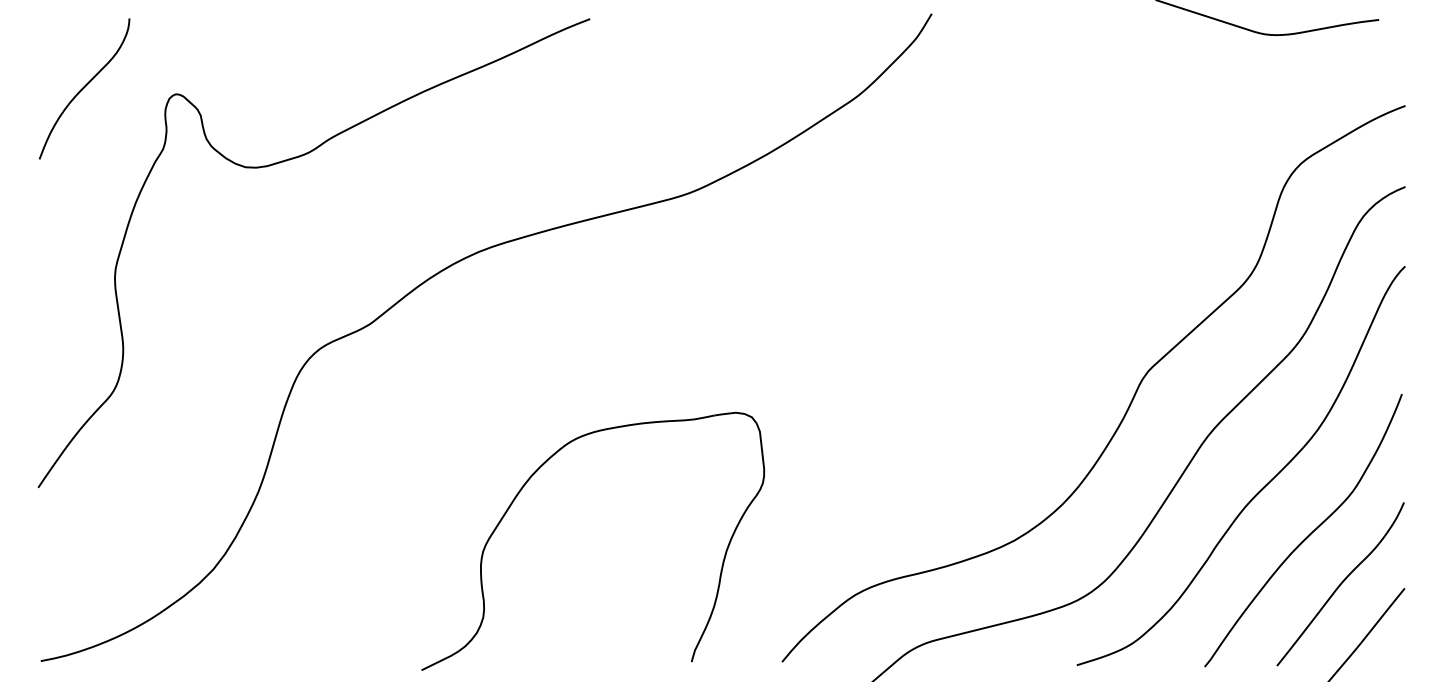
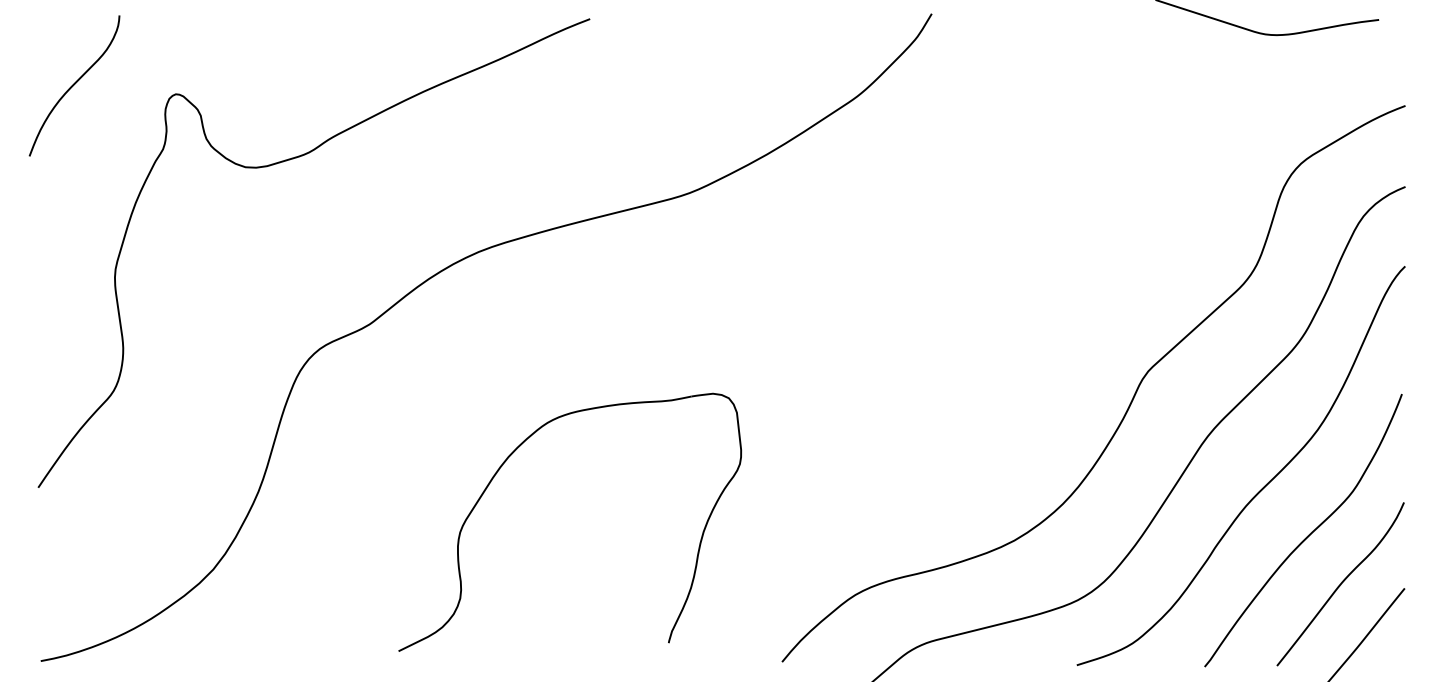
curve at (84, 88) position: (84, 88) -> (74, 85)
part at (520, 492) position: (520, 492) -> (497, 473)
